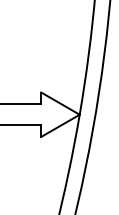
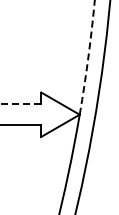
arc at (88, 56): solid -> dashed
line at (20, 104): solid -> dashed
